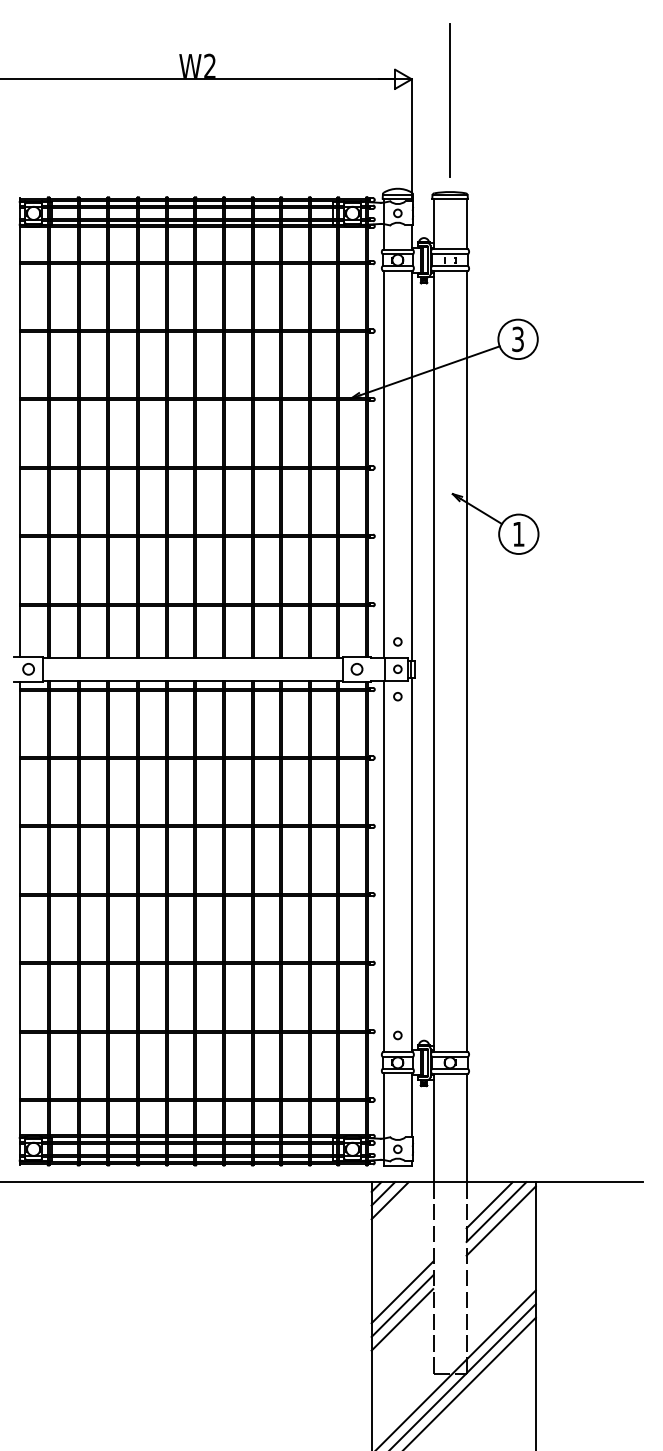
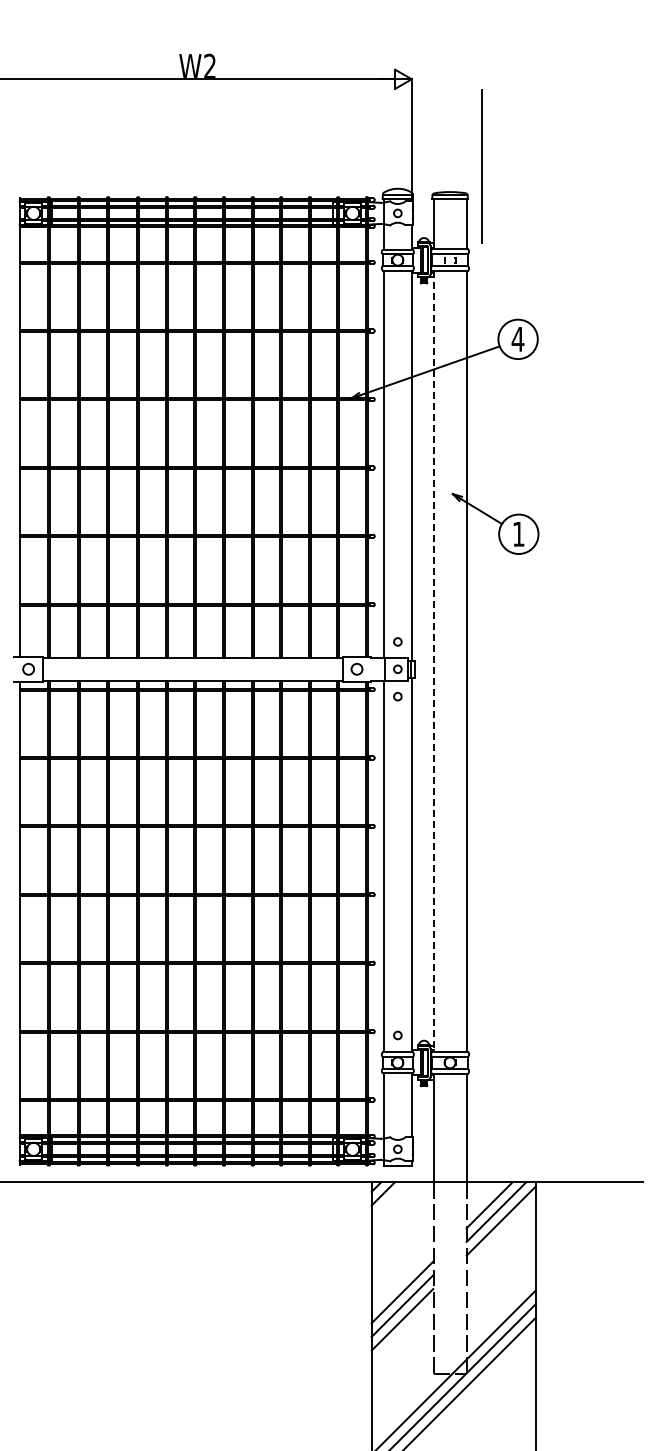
line at (449, 100) position: (449, 100) -> (481, 166)
text at (517, 339): 3 -> 4
line at (433, 662): solid -> dashed
line at (389, 1200): present -> none
